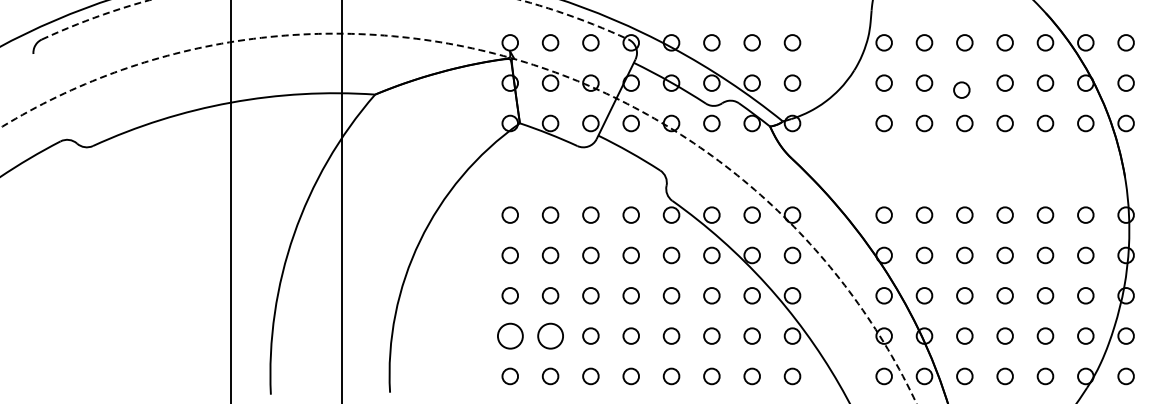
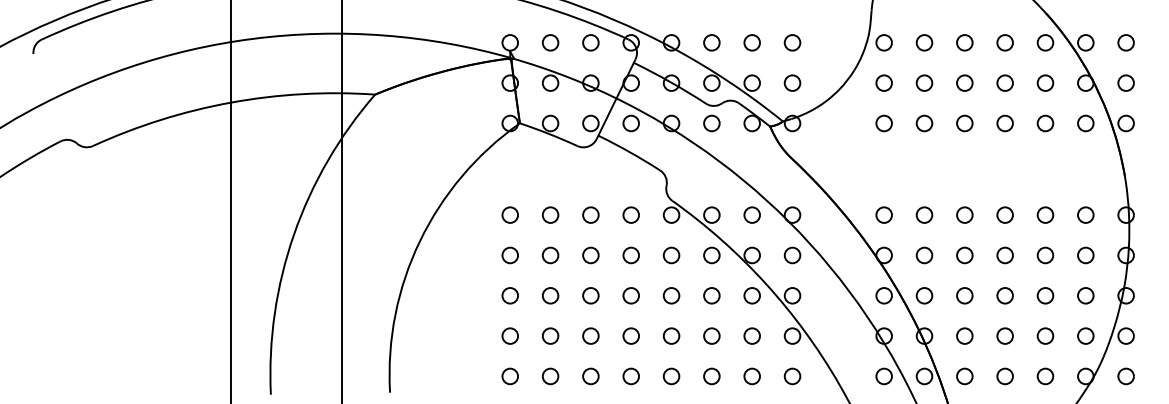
arc at (520, 0): dashed -> solid
circle at (961, 89) position: (961, 89) -> (964, 82)
circle at (458, 218): dashed -> solid
circle at (510, 335) size: 27x28 px -> 18x18 px
circle at (550, 335) size: 27x28 px -> 19x18 px
